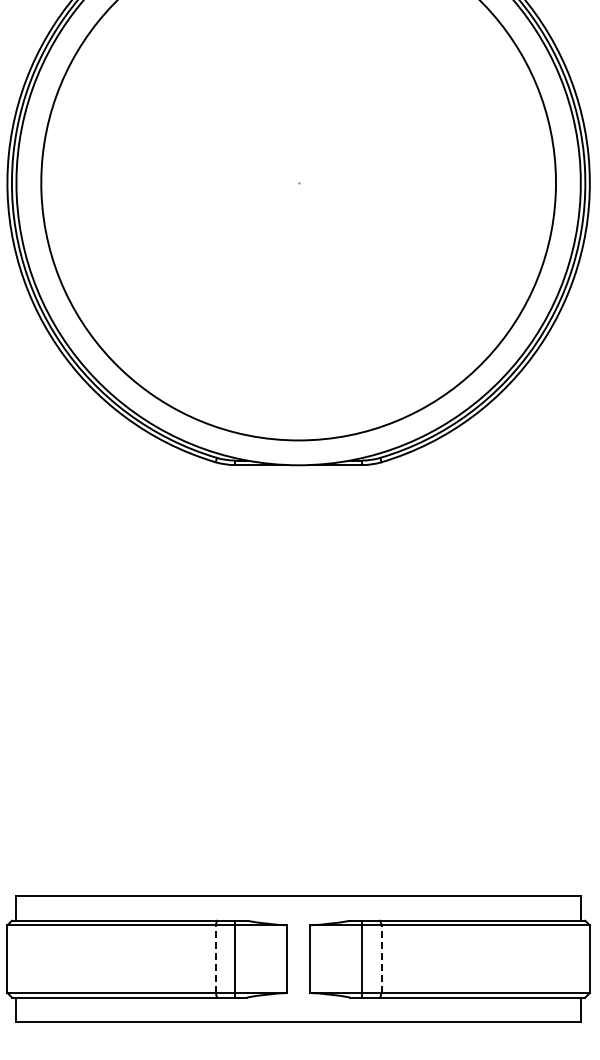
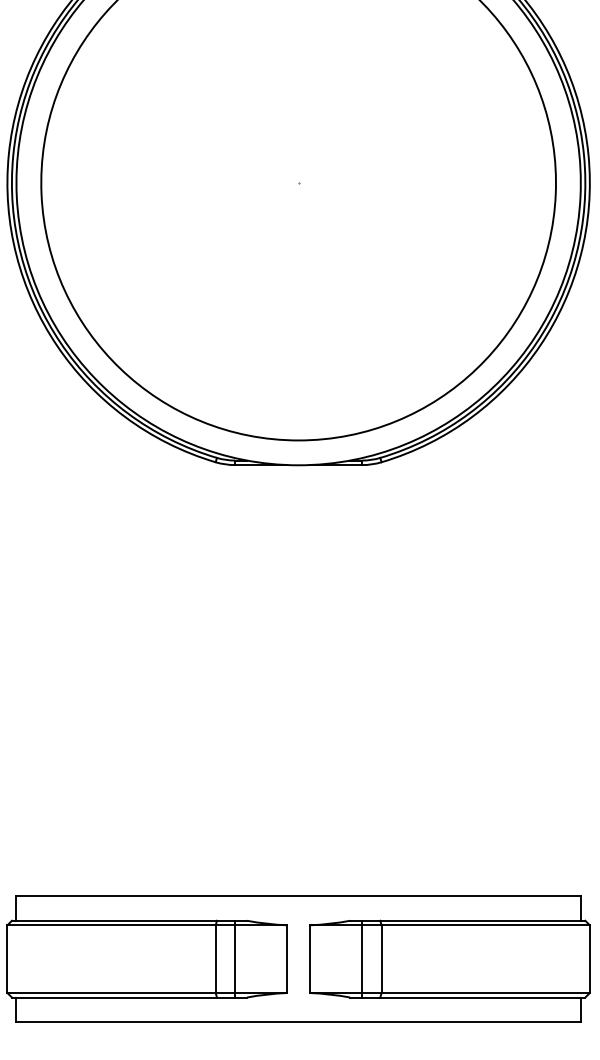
line at (215, 959): dashed -> solid
line at (381, 959): dashed -> solid
